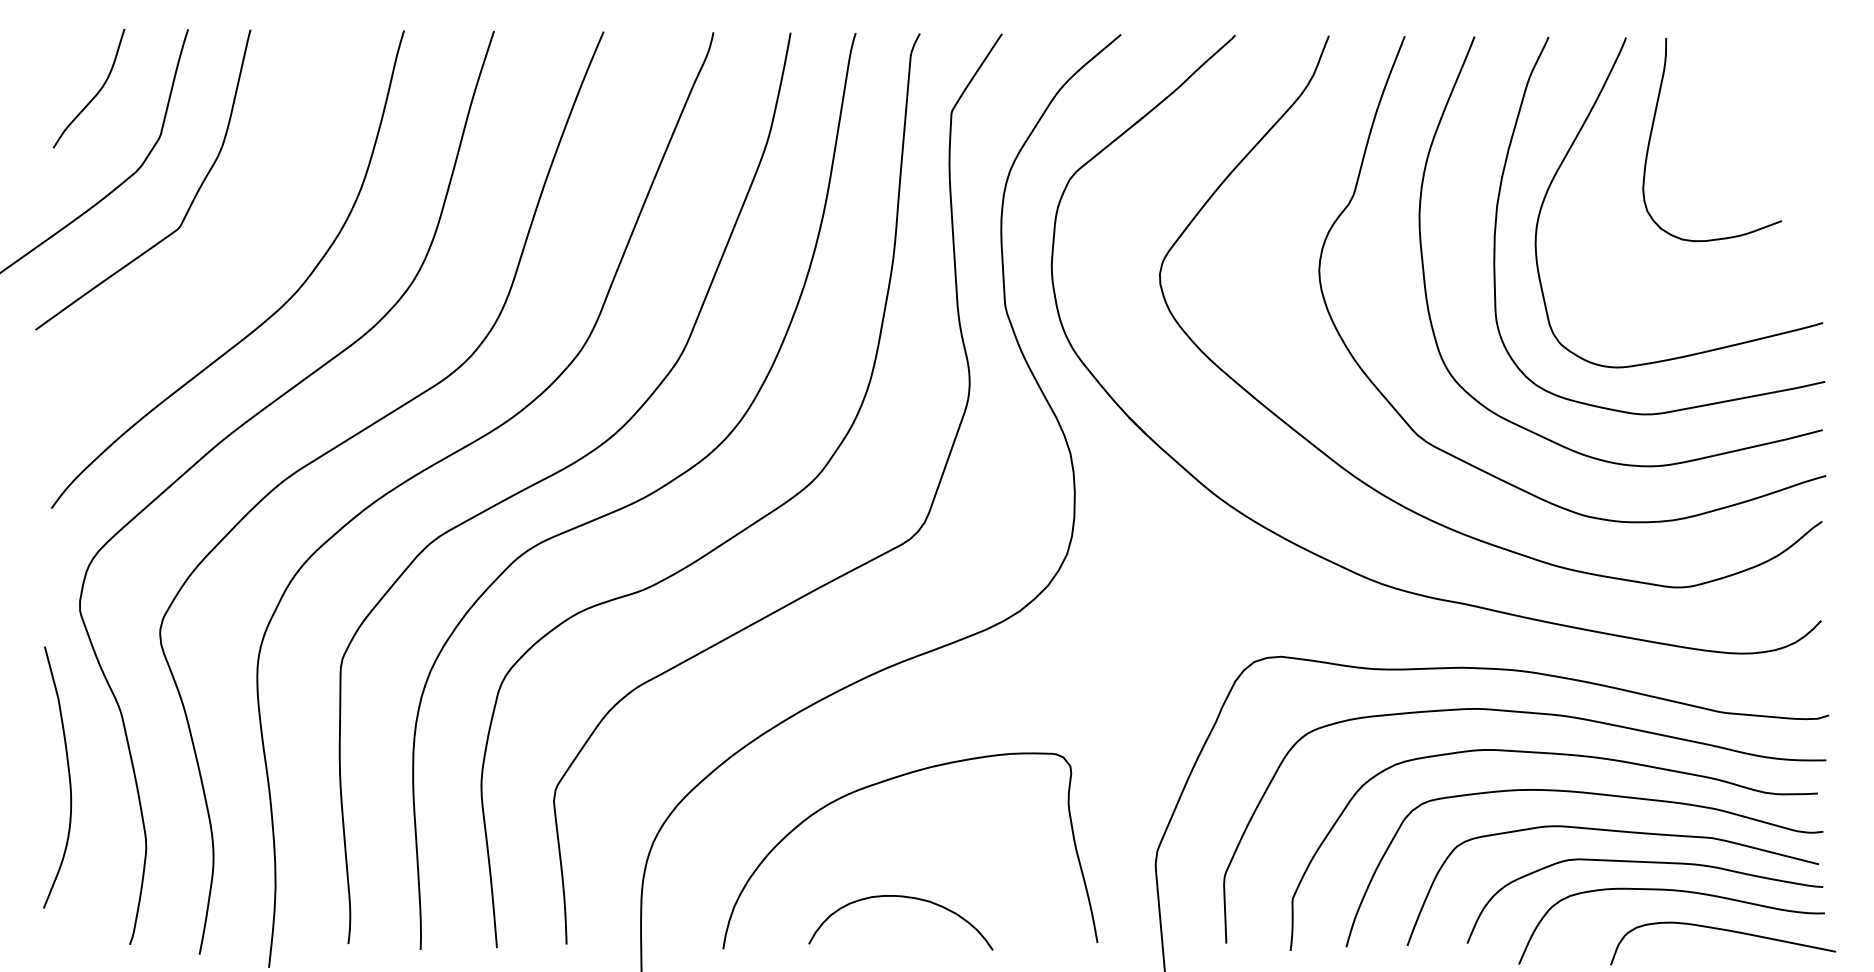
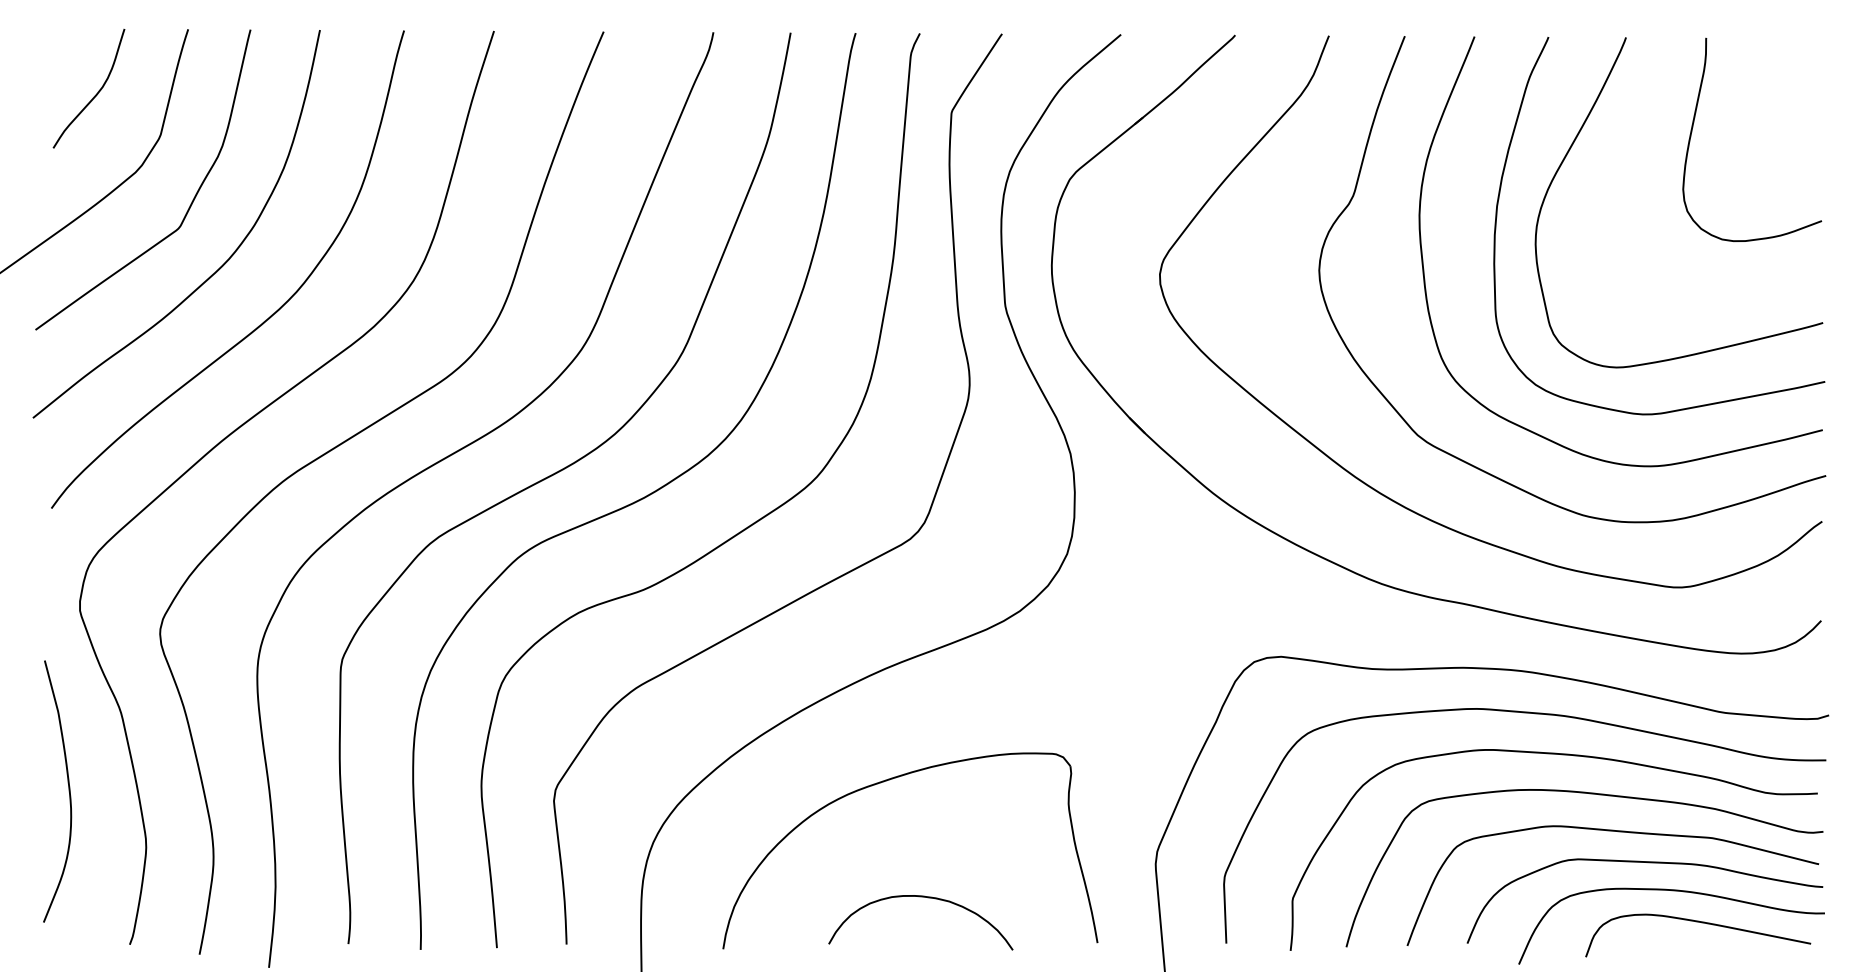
curve at (1653, 127) position: (1653, 127) -> (1693, 127)
curve at (219, 267): none -> present
curve at (68, 777) position: (68, 777) -> (68, 791)
curve at (900, 897) position: (900, 897) -> (920, 897)
curve at (1726, 931) position: (1726, 931) -> (1701, 923)
